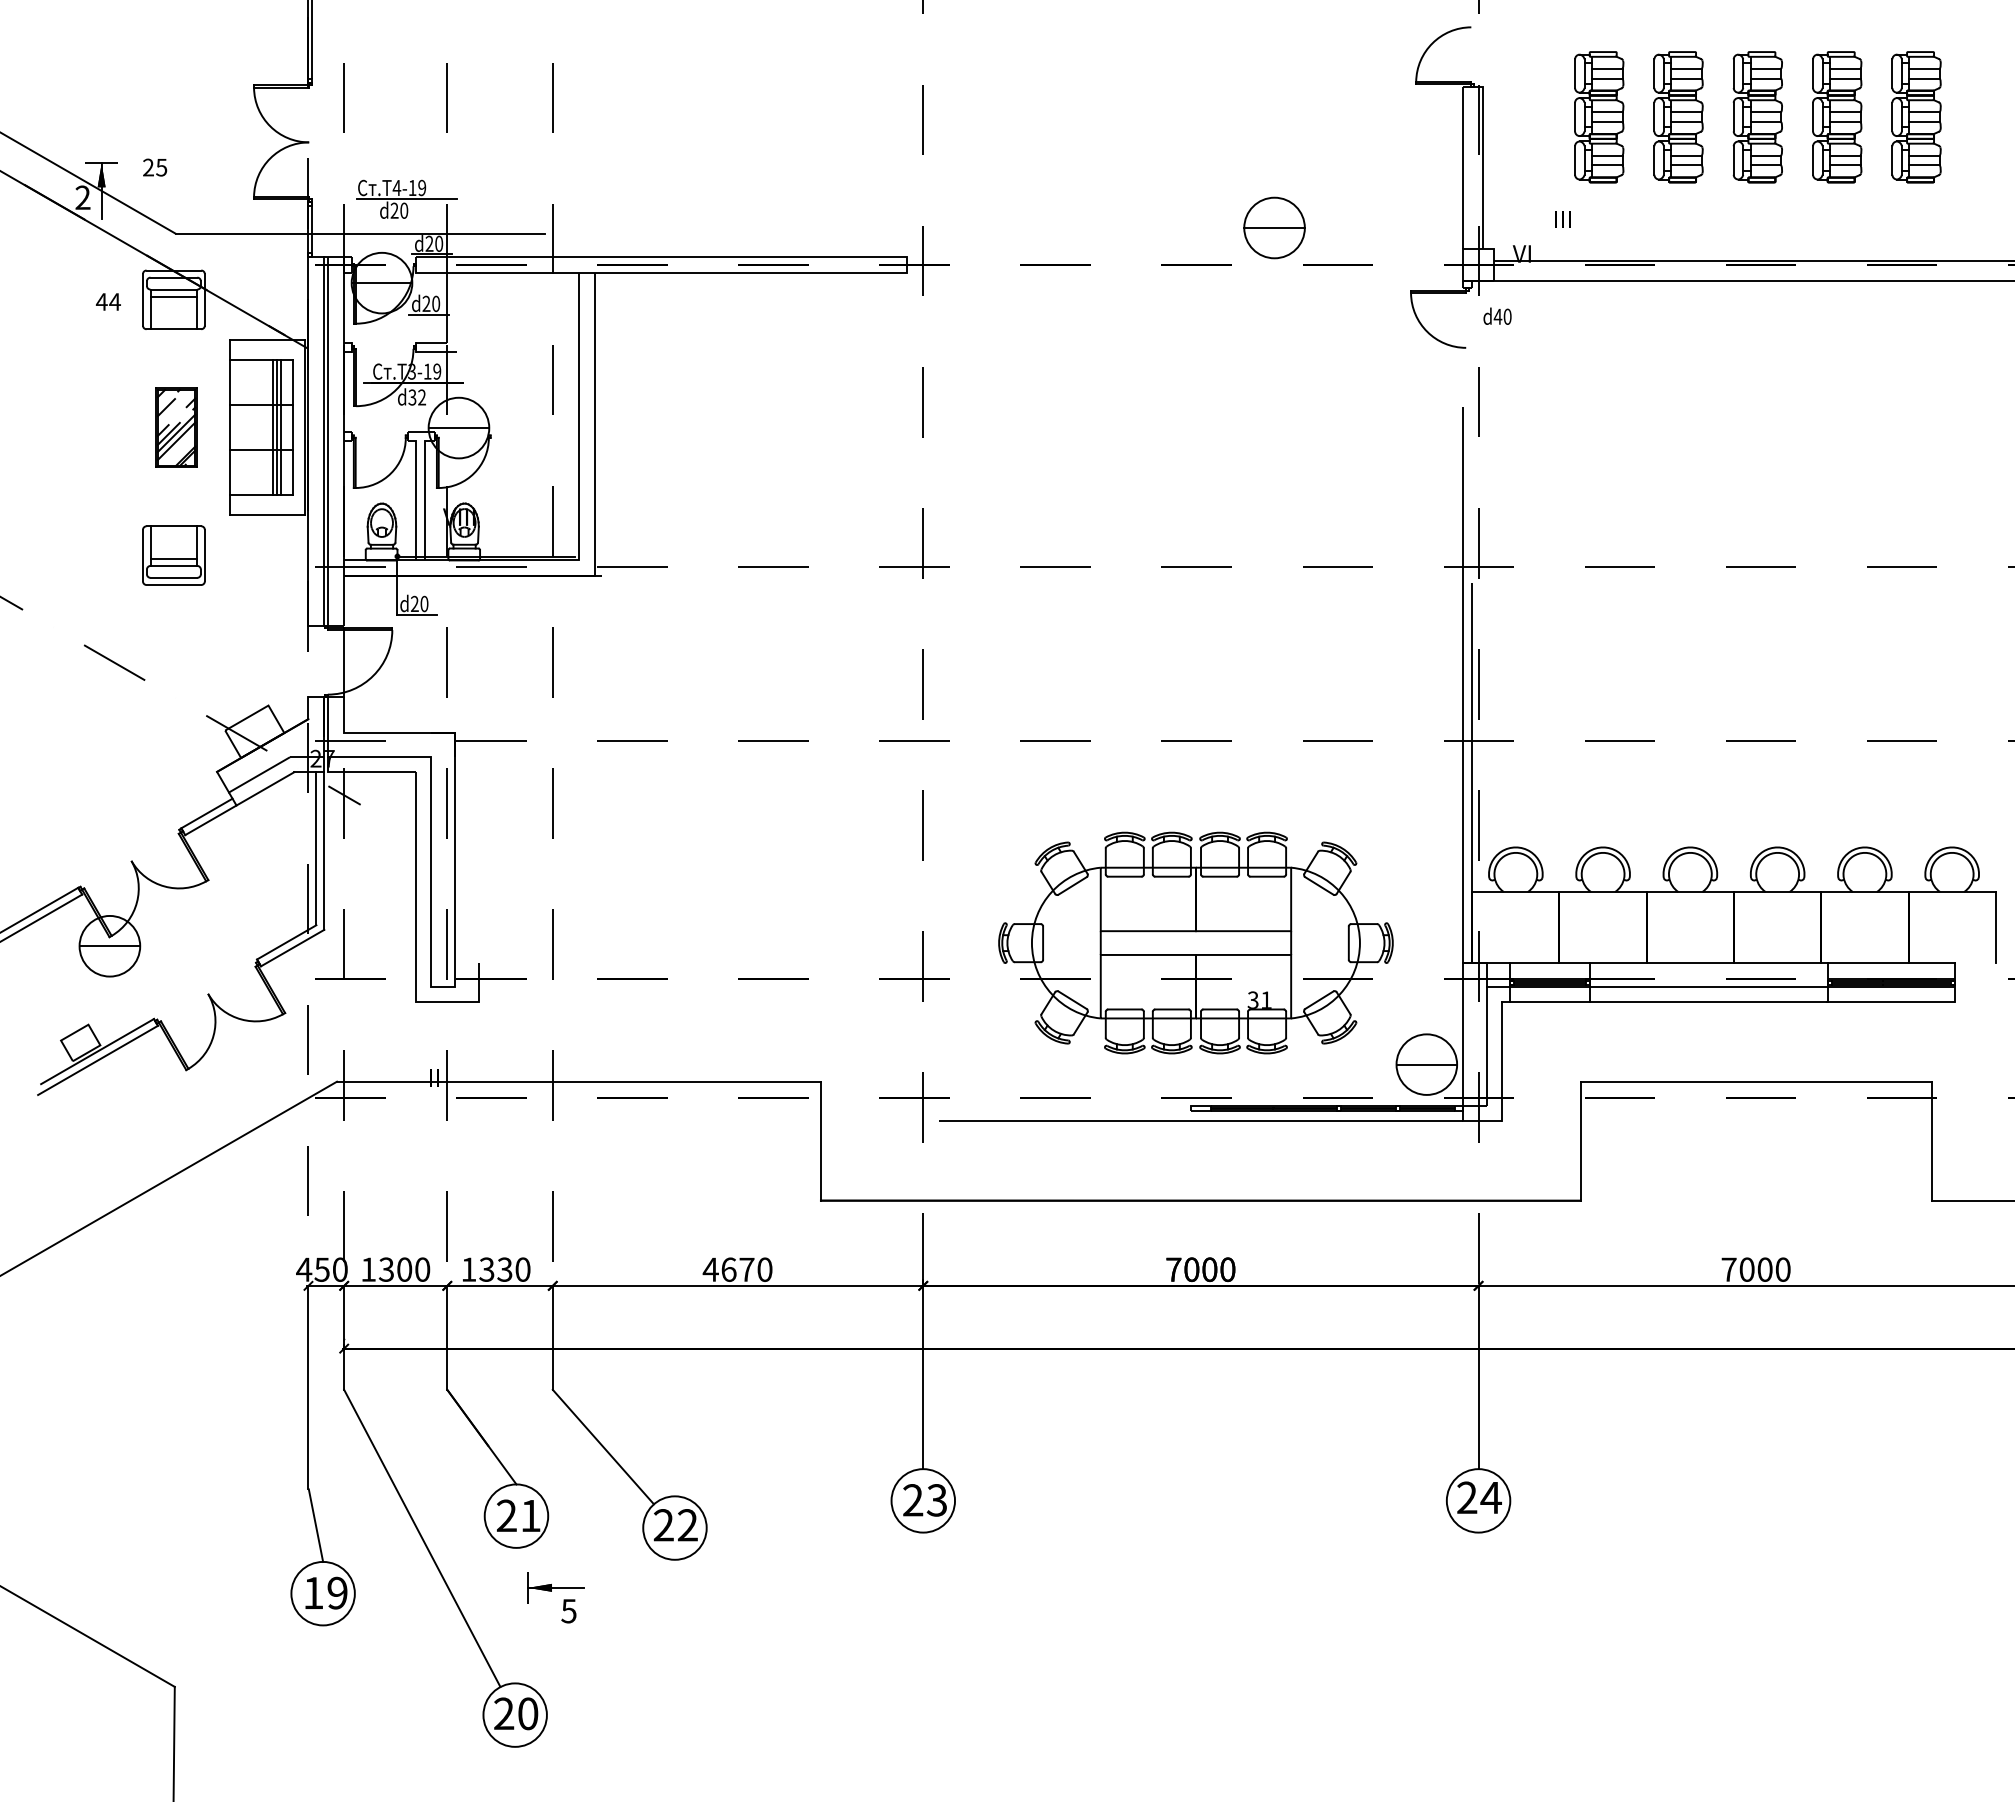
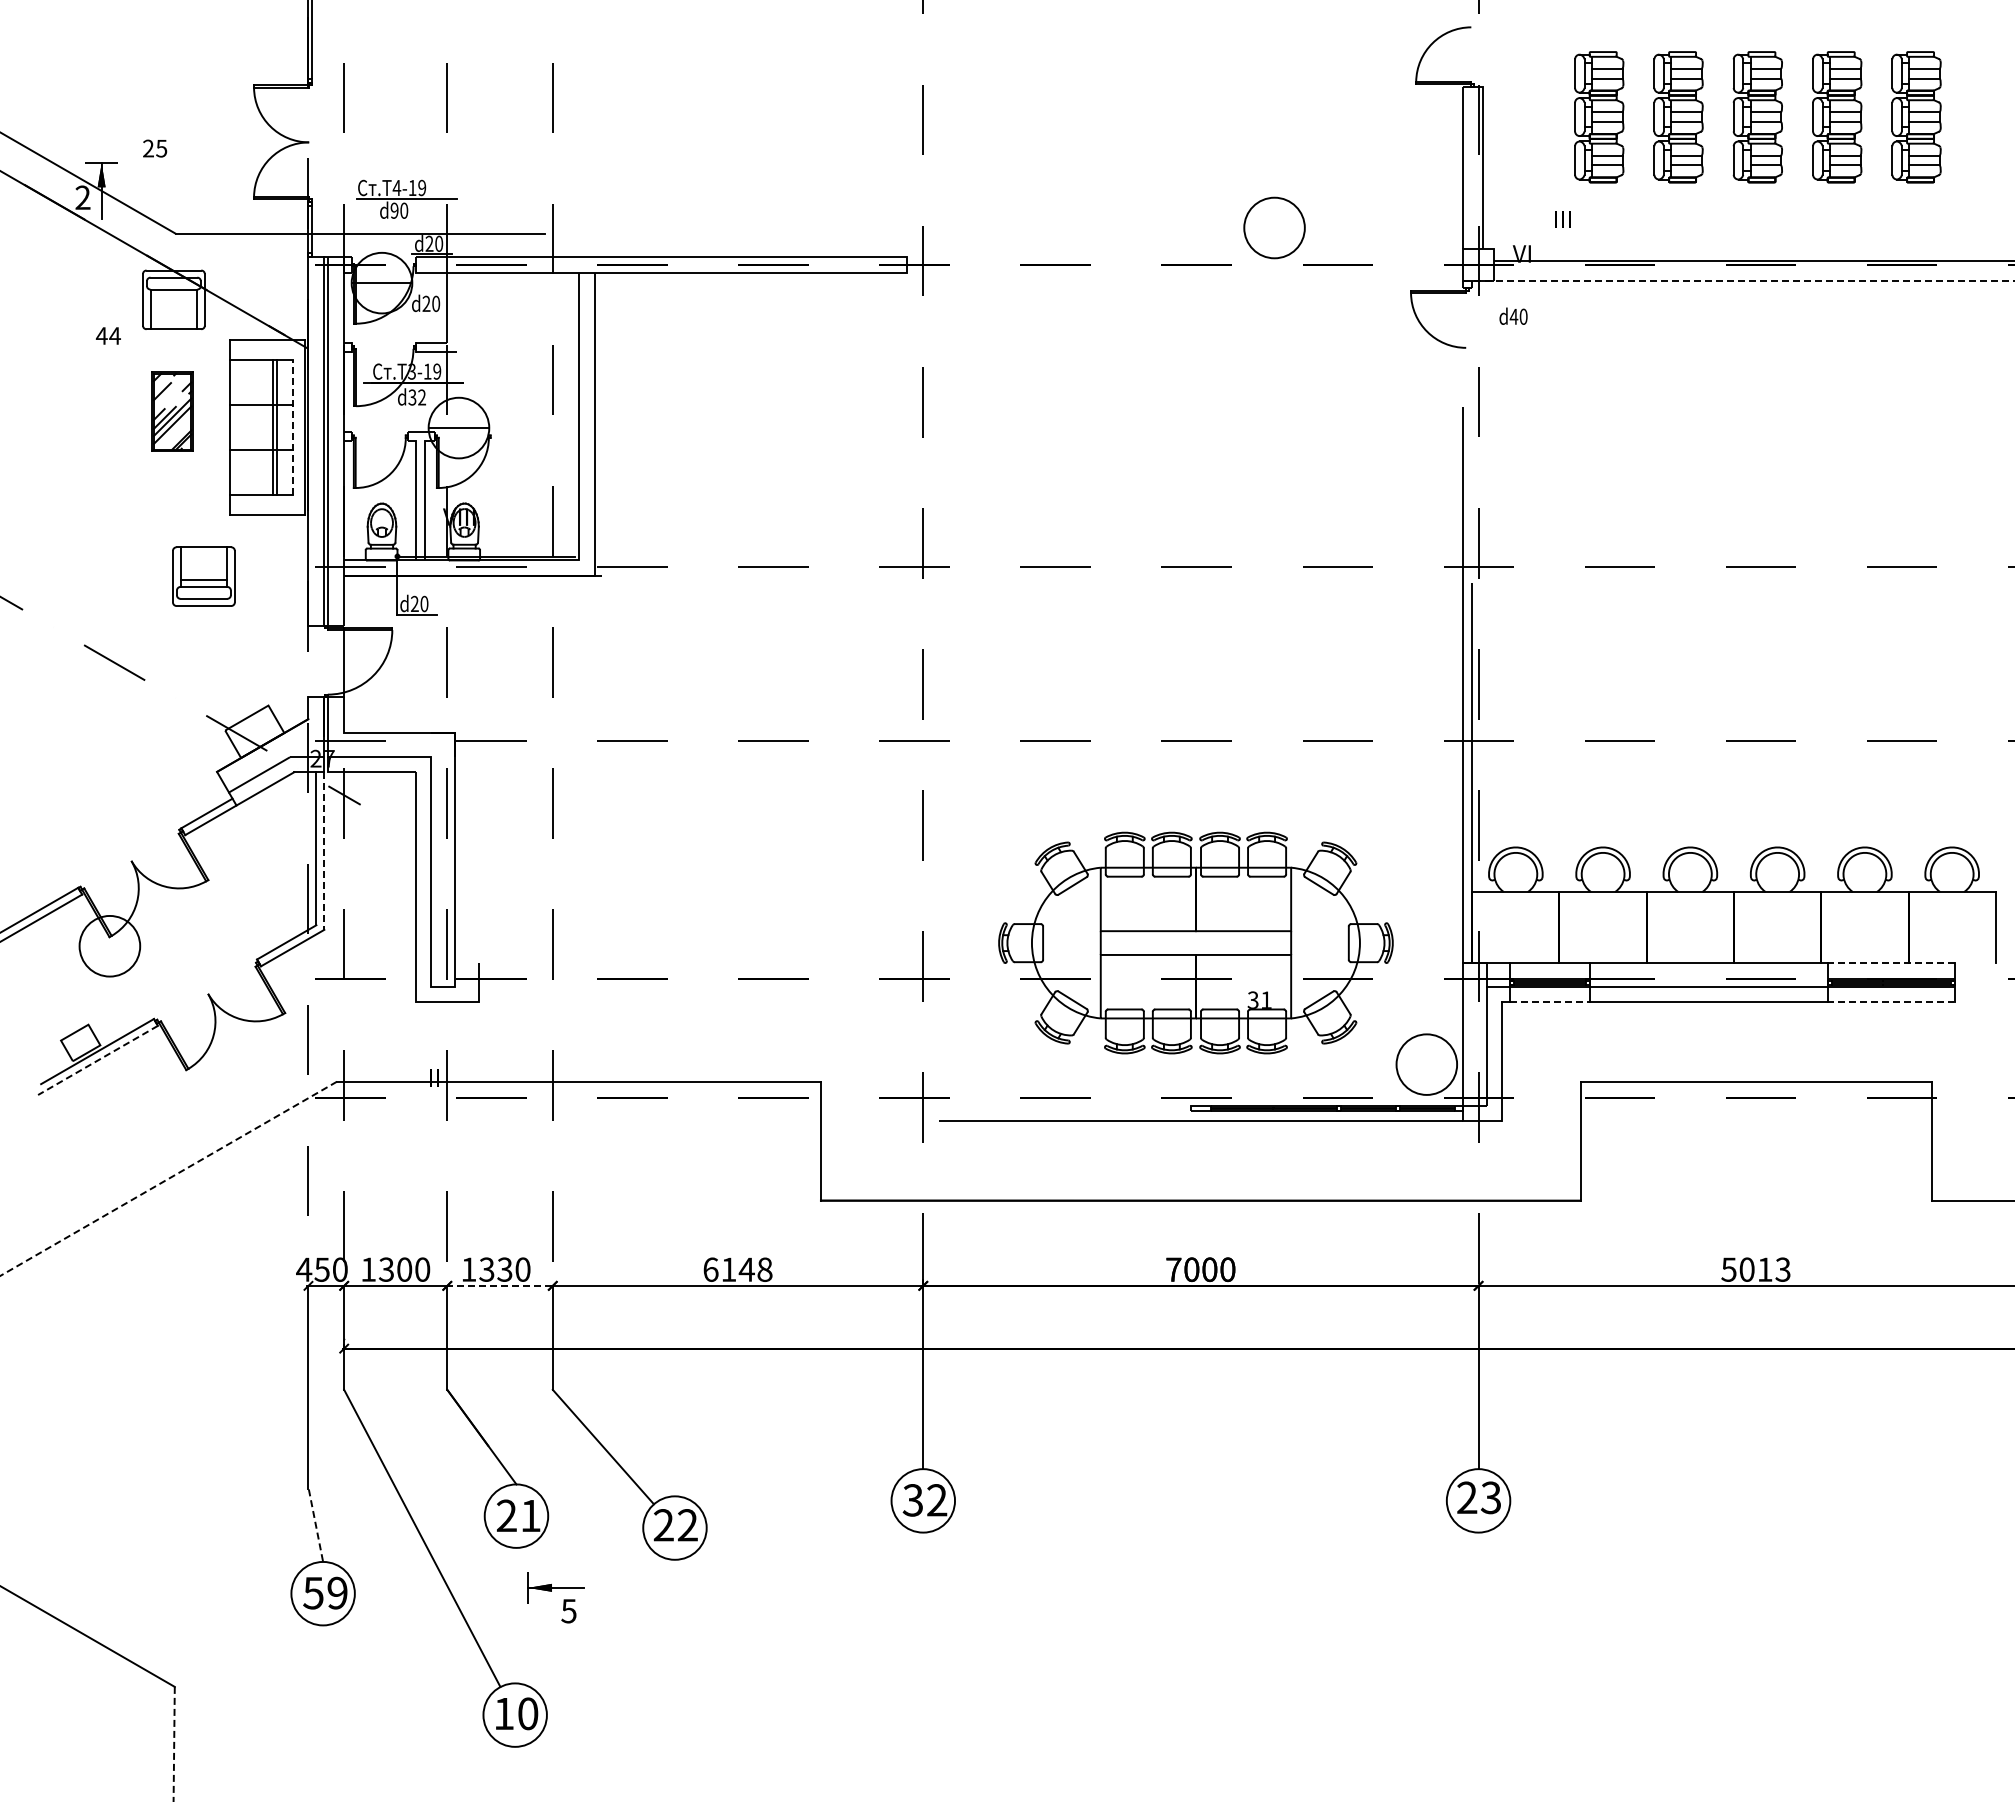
text at (155, 167) position: (155, 167) -> (155, 148)
text at (394, 210): d20 -> d90
line at (1274, 228): present -> none
line at (1738, 281): solid -> dashed
line at (173, 296): present -> none
text at (107, 301) position: (107, 301) -> (107, 335)
line at (428, 314): present -> none
text at (1497, 315) position: (1497, 315) -> (1513, 315)
part at (176, 427) position: (176, 427) -> (172, 411)
line at (281, 427): present -> none
line at (293, 427): solid -> dashed
part at (173, 555) position: (173, 555) -> (203, 576)
line at (324, 851): solid -> dashed
line at (109, 946): present -> none
line at (1890, 963): solid -> dashed
line at (1549, 1002): solid -> dashed
line at (1890, 1002): solid -> dashed
line at (97, 1060): solid -> dashed
line at (1426, 1064): present -> none
line at (168, 1179): solid -> dashed
text at (737, 1269): 4670 -> 6148
text at (1755, 1269): 7000 -> 5013
line at (500, 1285): solid -> dashed
text at (1490, 1497): 24 -> 23
text at (924, 1500): 23 -> 32
line at (316, 1525): solid -> dashed
text at (313, 1593): 19 -> 59
text at (504, 1713): 20 -> 10
line at (174, 1744): solid -> dashed
